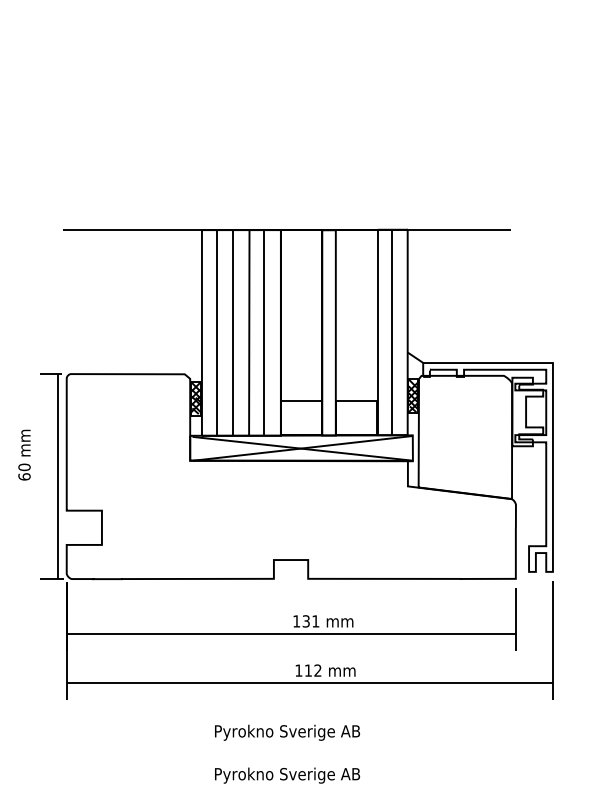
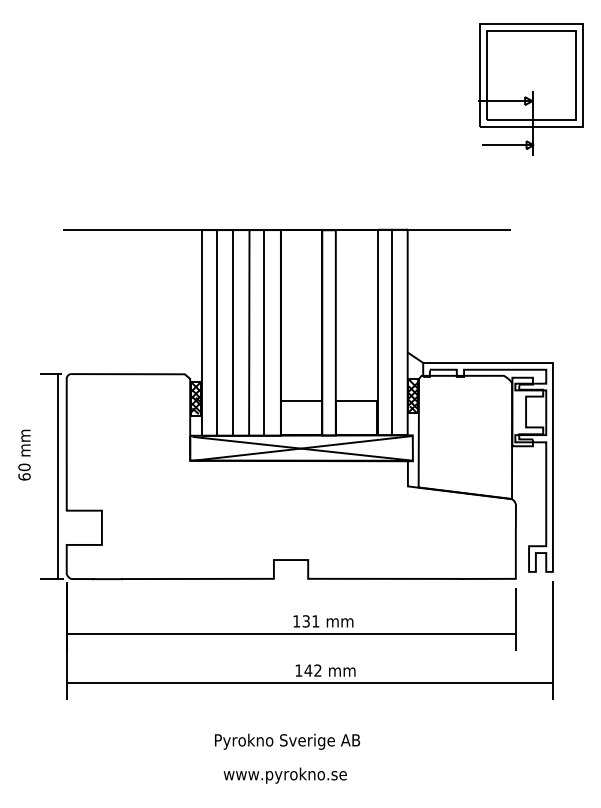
part at (530, 89): none -> present
text at (308, 670): 112 -> 142
text at (287, 732) position: (287, 732) -> (287, 741)
text at (287, 775): Pyrokno Sverige AB -> www.pyrokno.se
